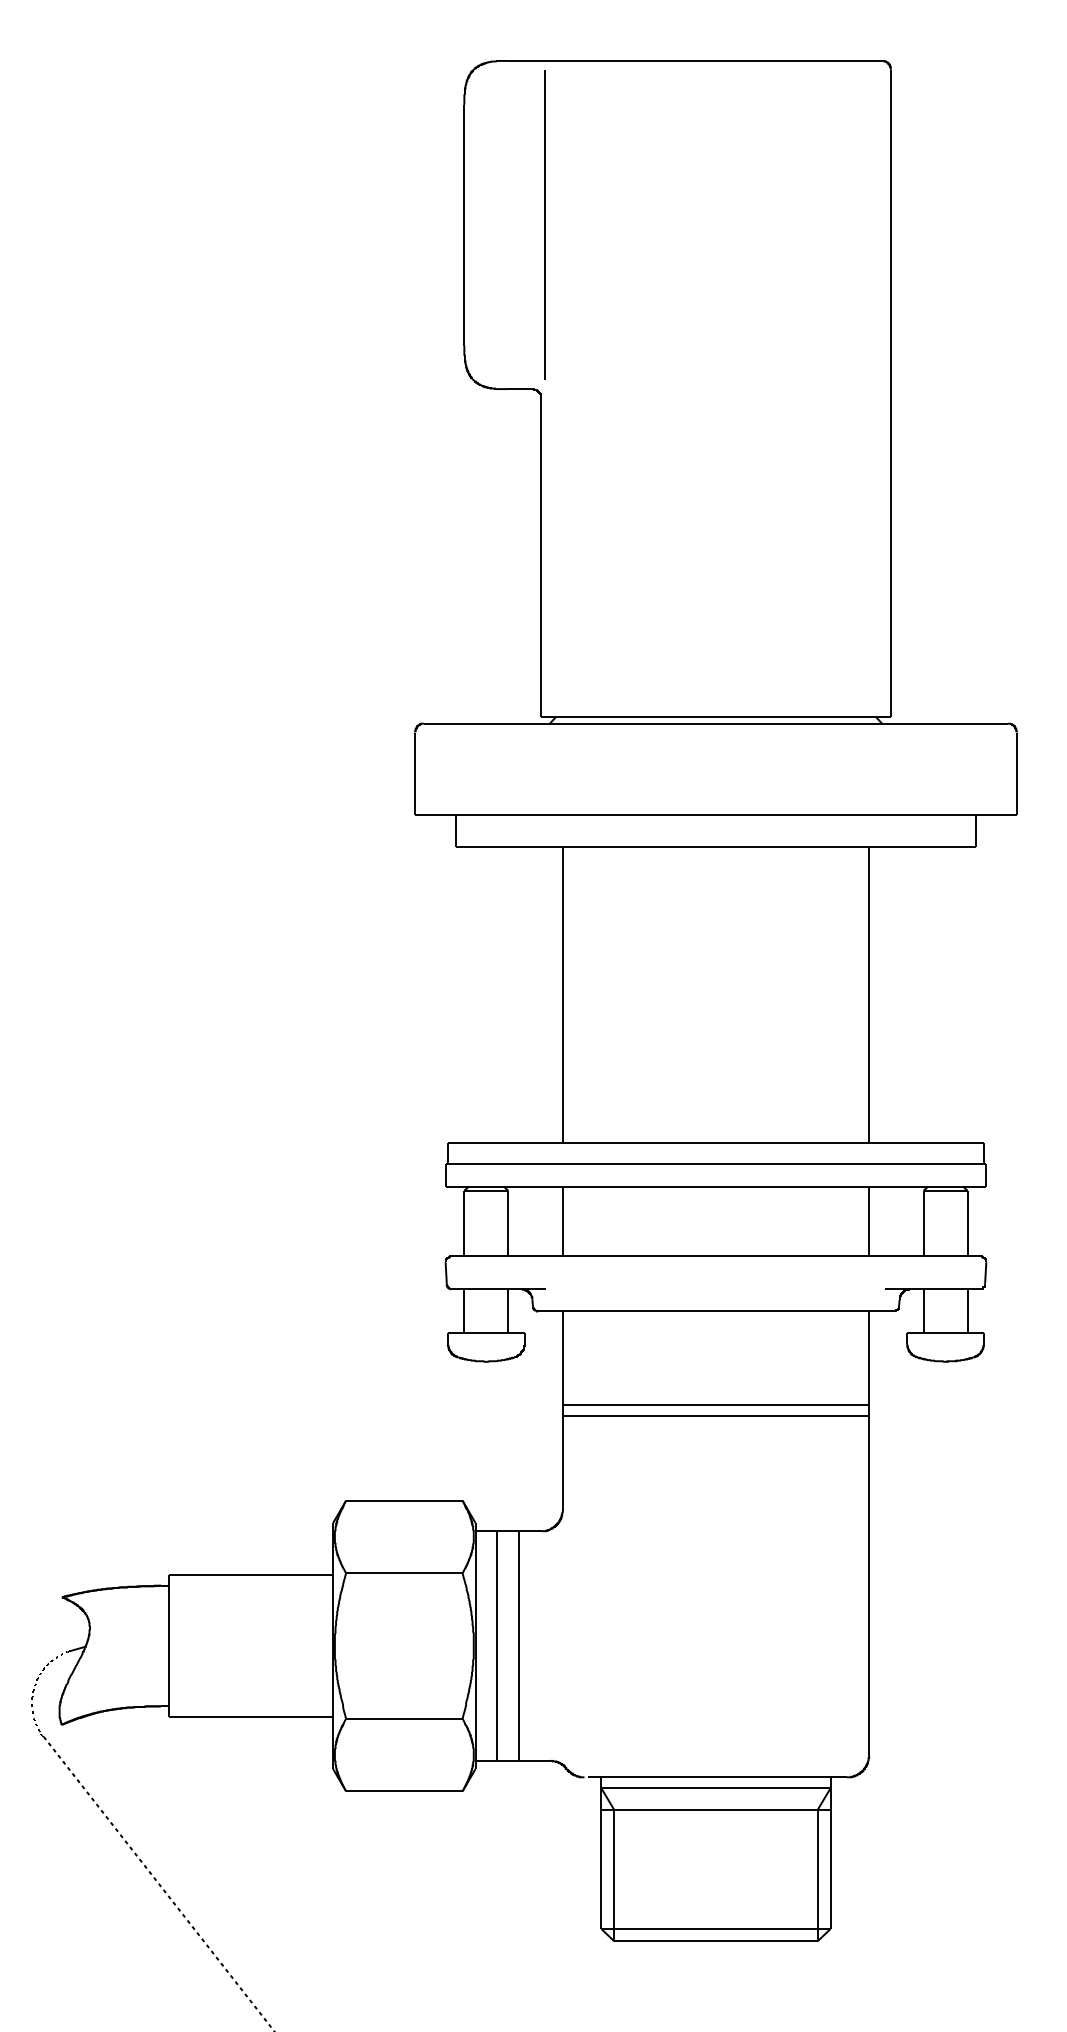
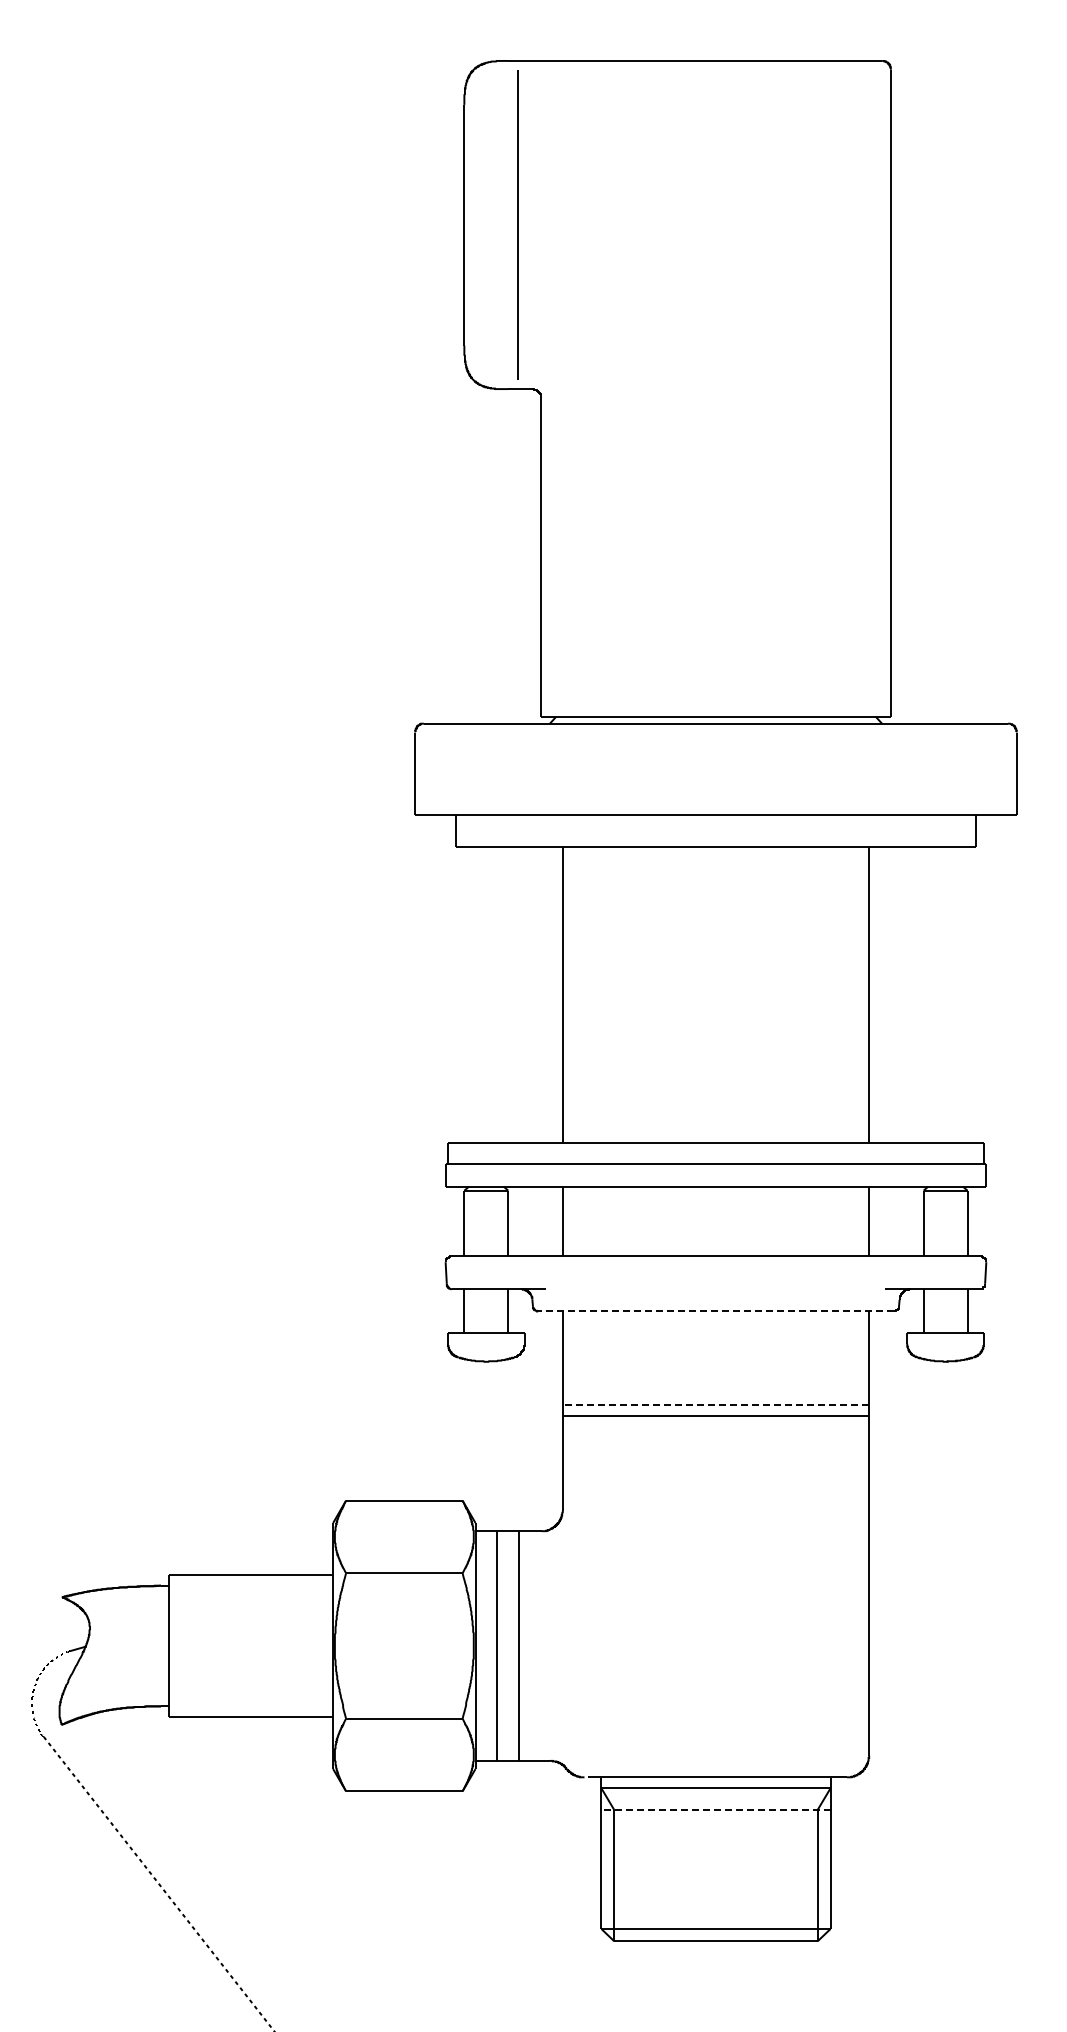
line at (544, 224) position: (544, 224) -> (517, 224)
line at (715, 1311): solid -> dashed
line at (715, 1405): solid -> dashed
line at (715, 1810): solid -> dashed
